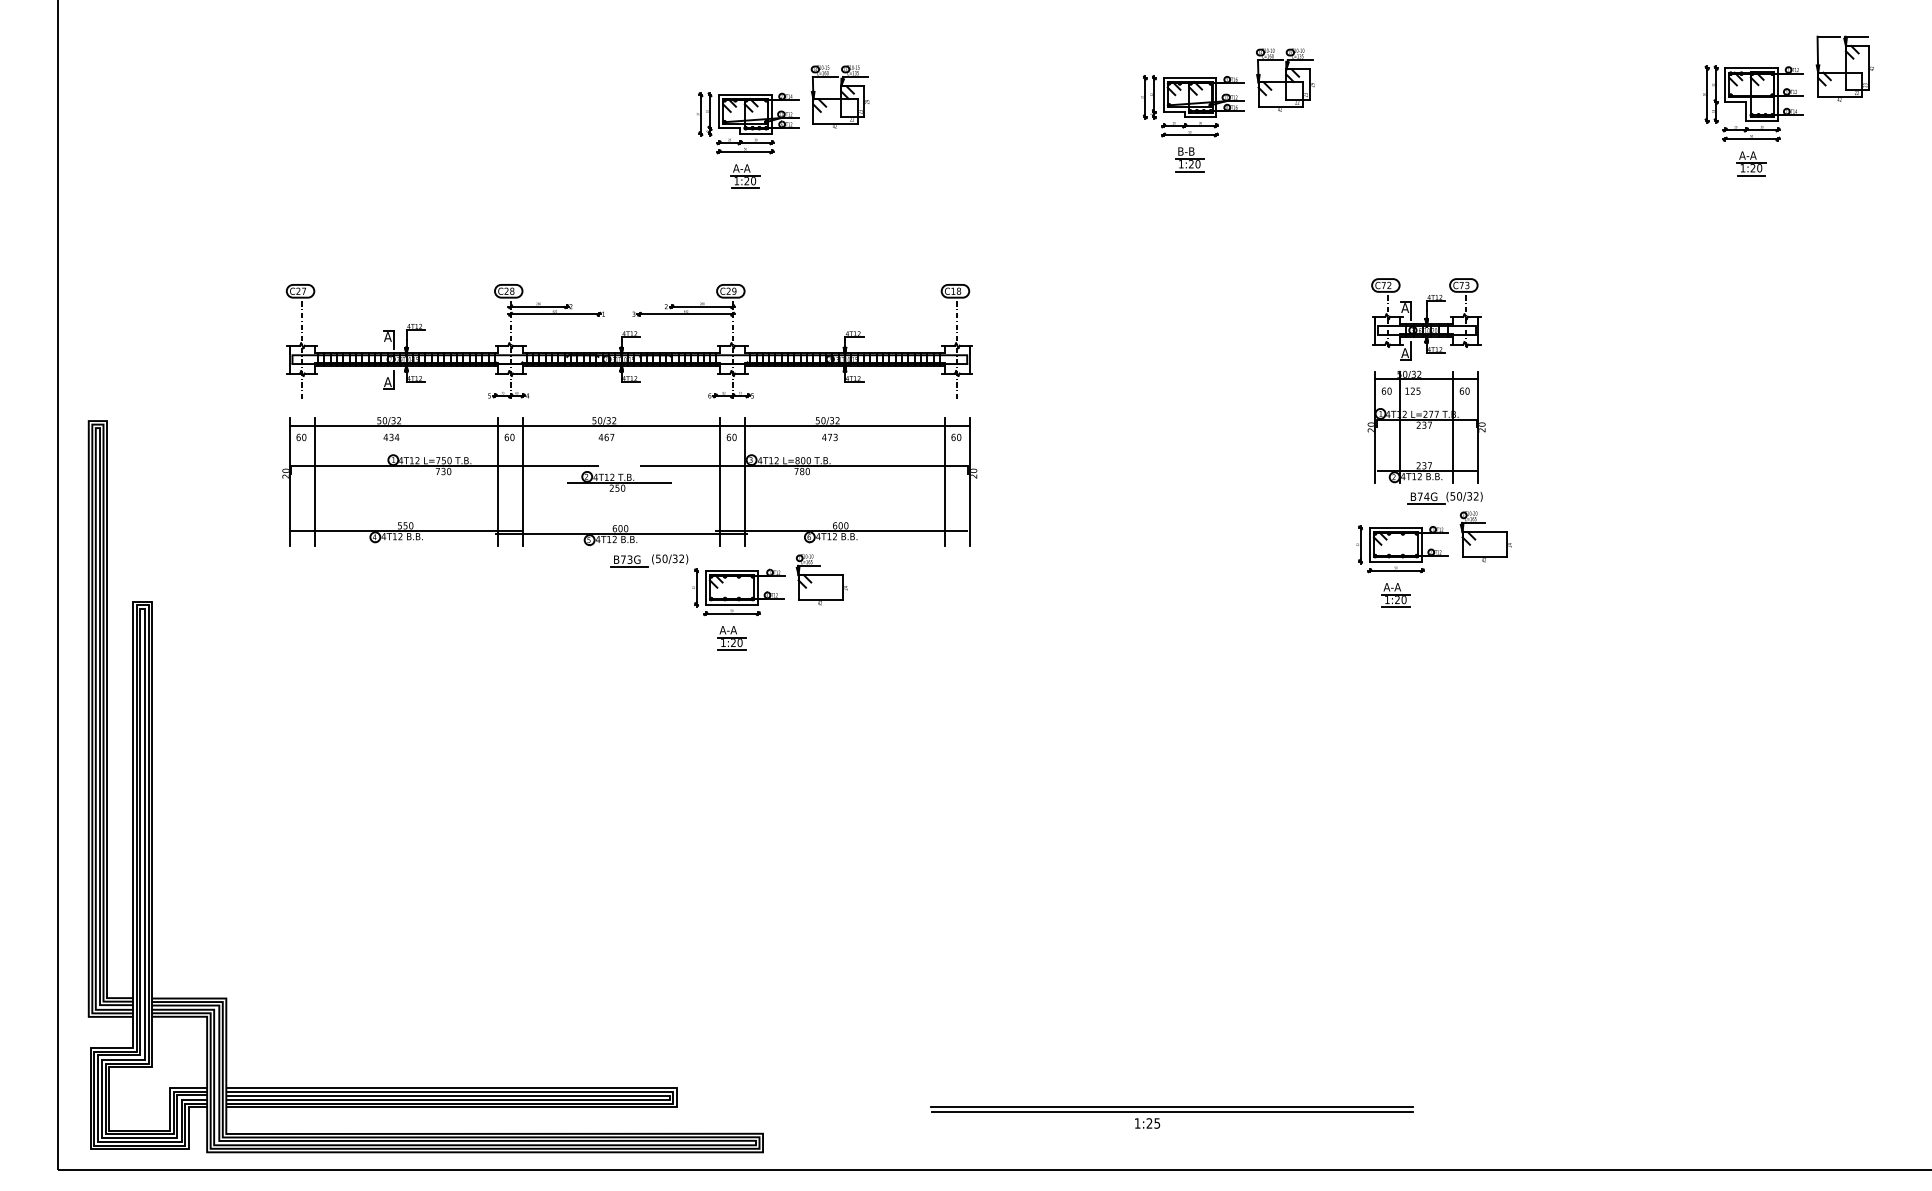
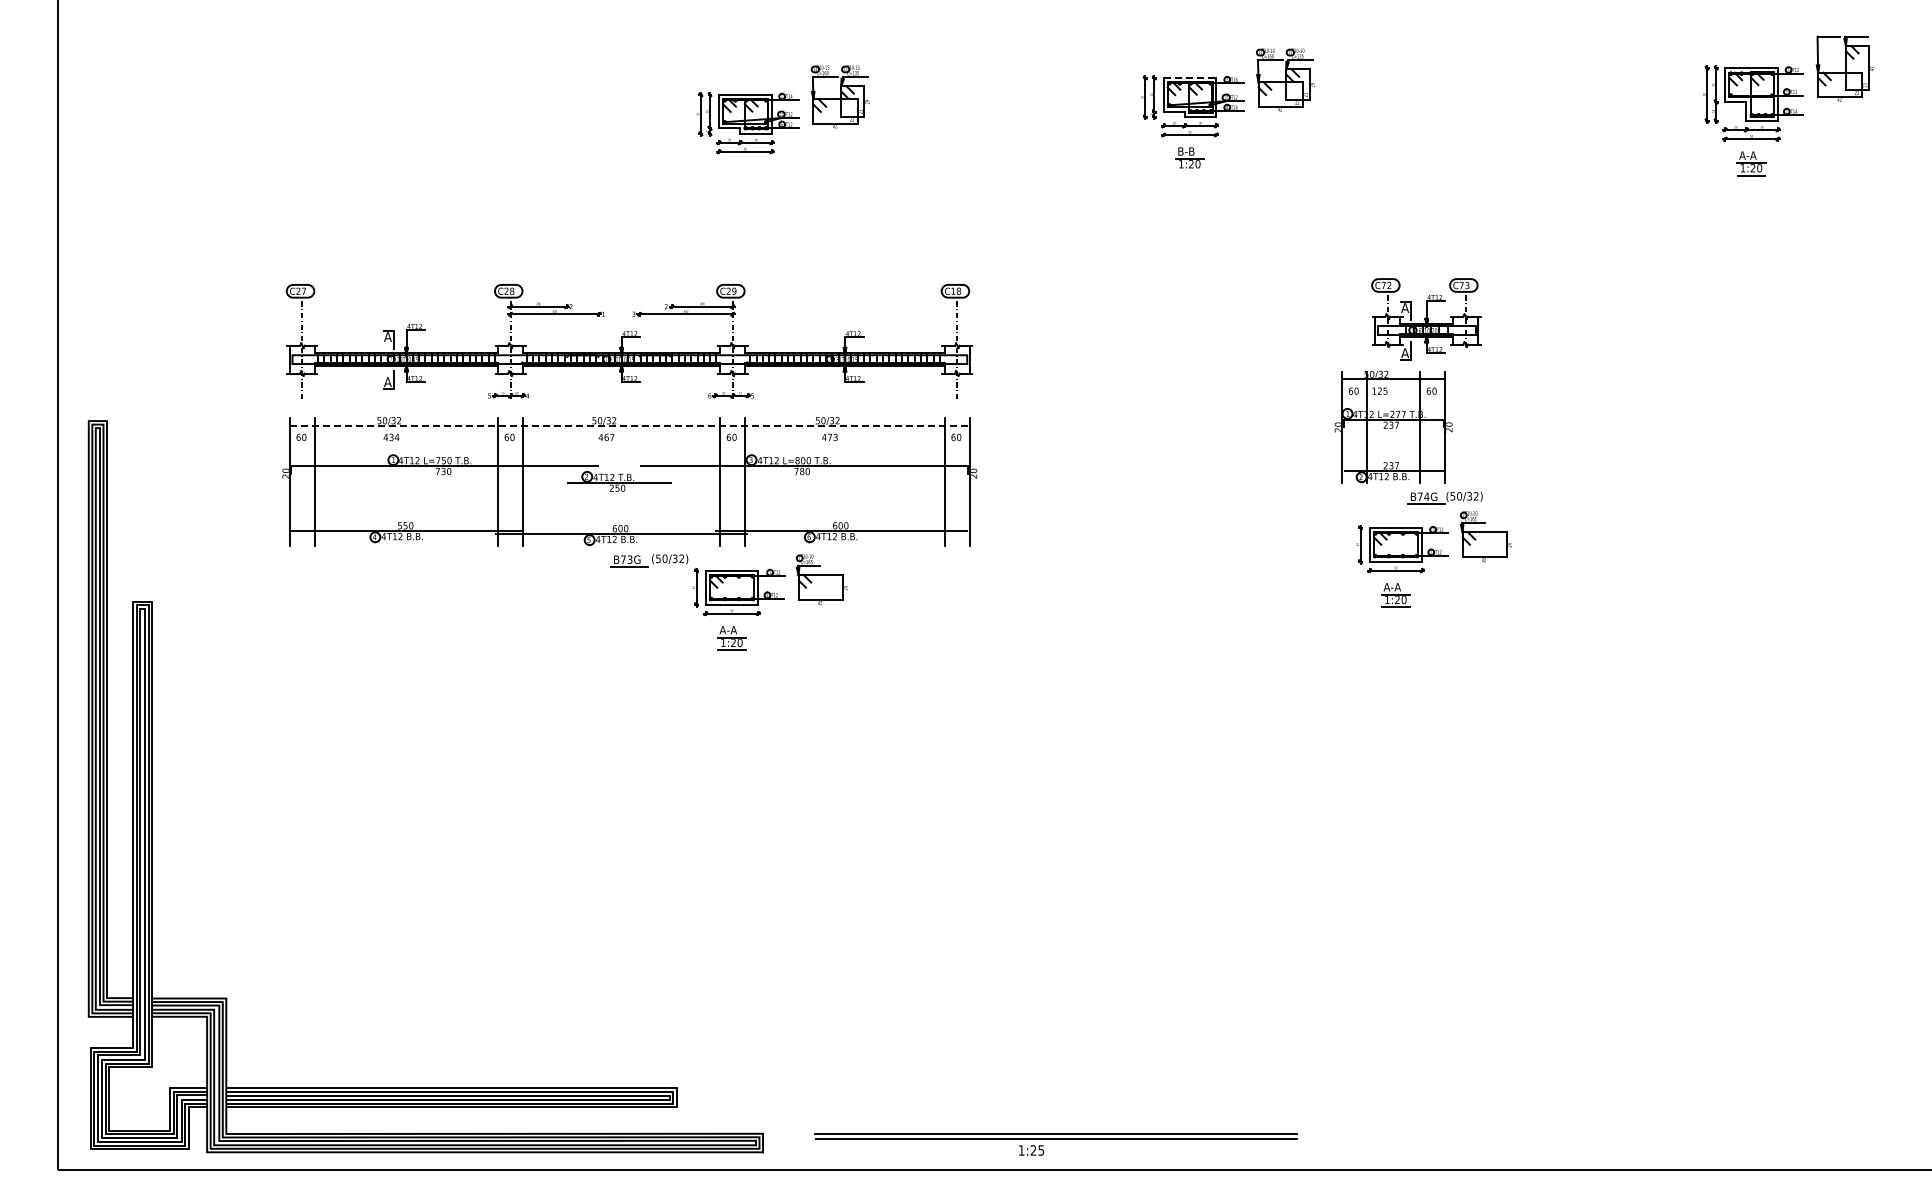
line at (1190, 77): solid -> dashed
line at (1189, 171): present -> none
part at (745, 176): present -> none
line at (630, 425): solid -> dashed
part at (1426, 426) position: (1426, 426) -> (1393, 426)
part at (1171, 1117) position: (1171, 1117) -> (1055, 1144)
